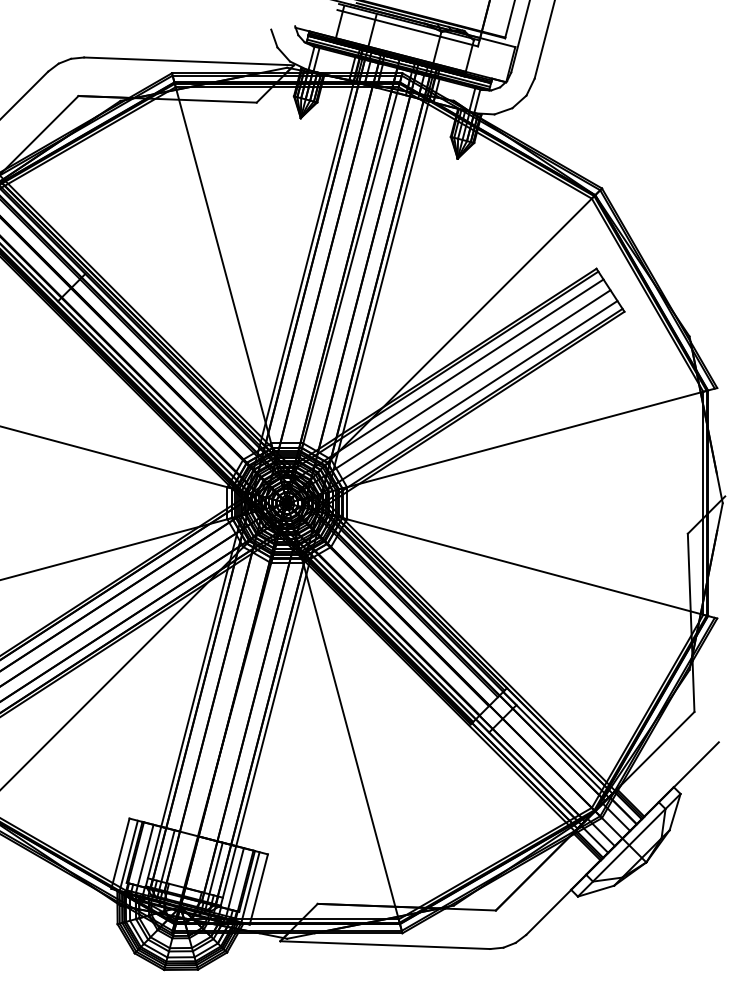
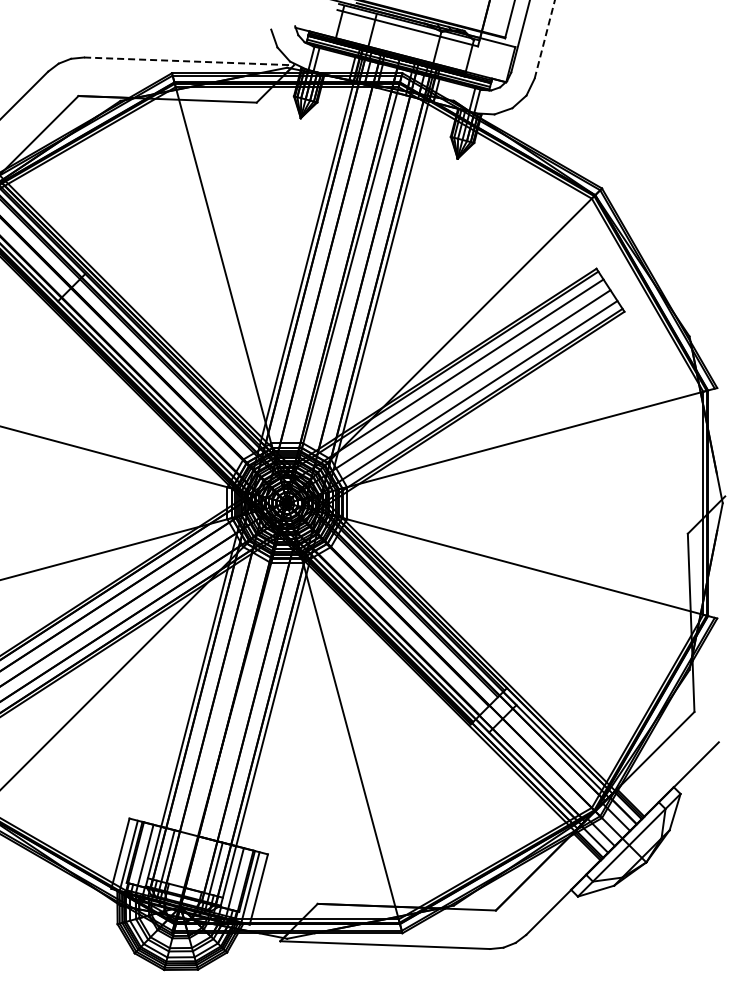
line at (544, 38): solid -> dashed
line at (189, 61): solid -> dashed
